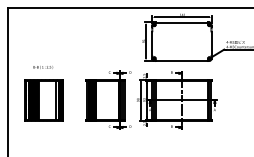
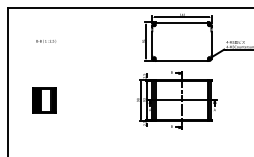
text at (43, 67) position: (43, 67) -> (46, 41)
part at (108, 99): present -> none
part at (43, 100) size: 40x43 px -> 25x27 px
